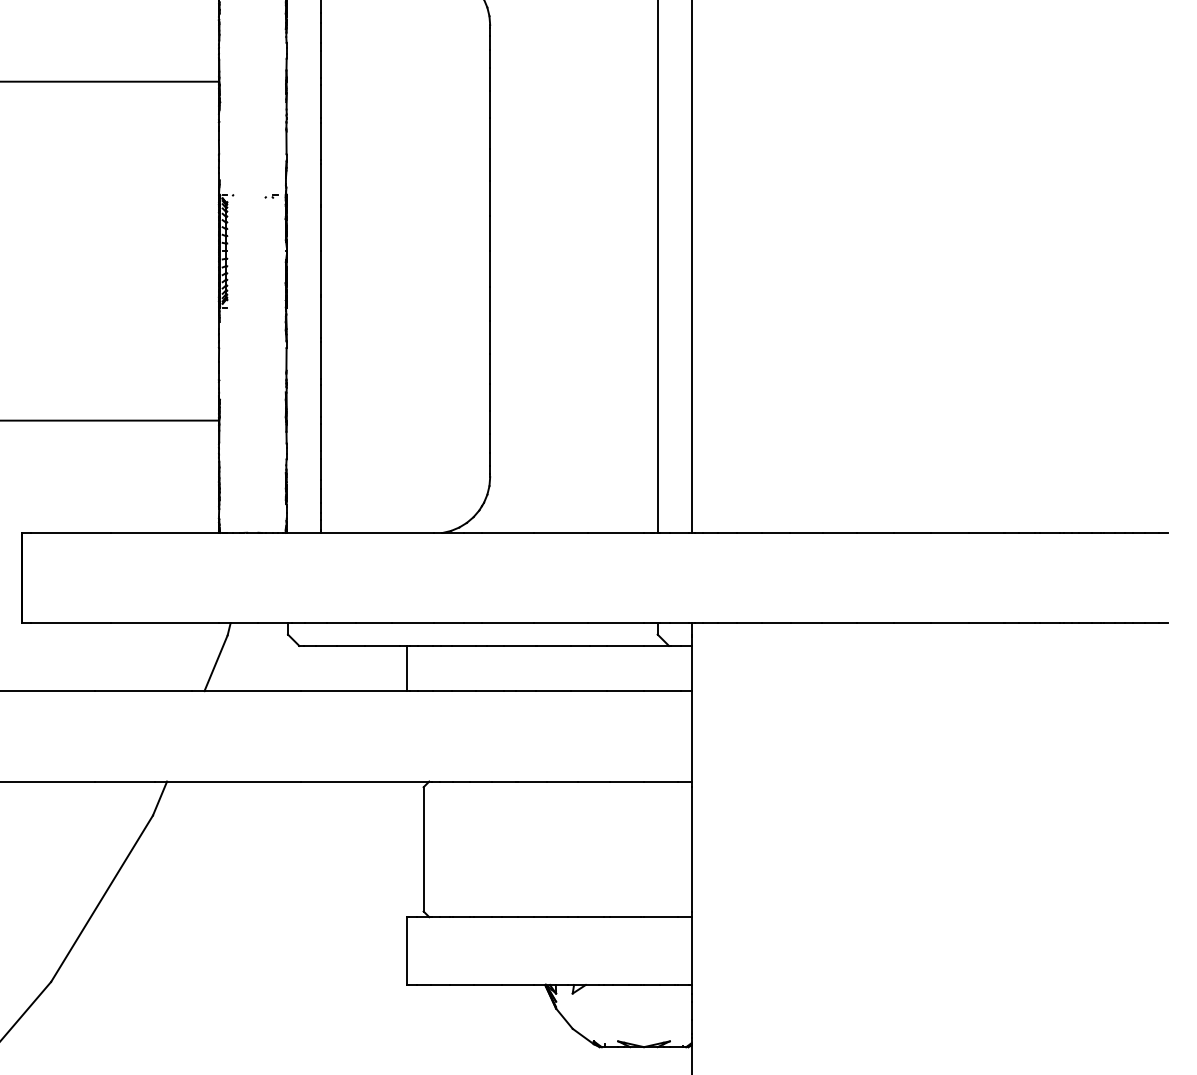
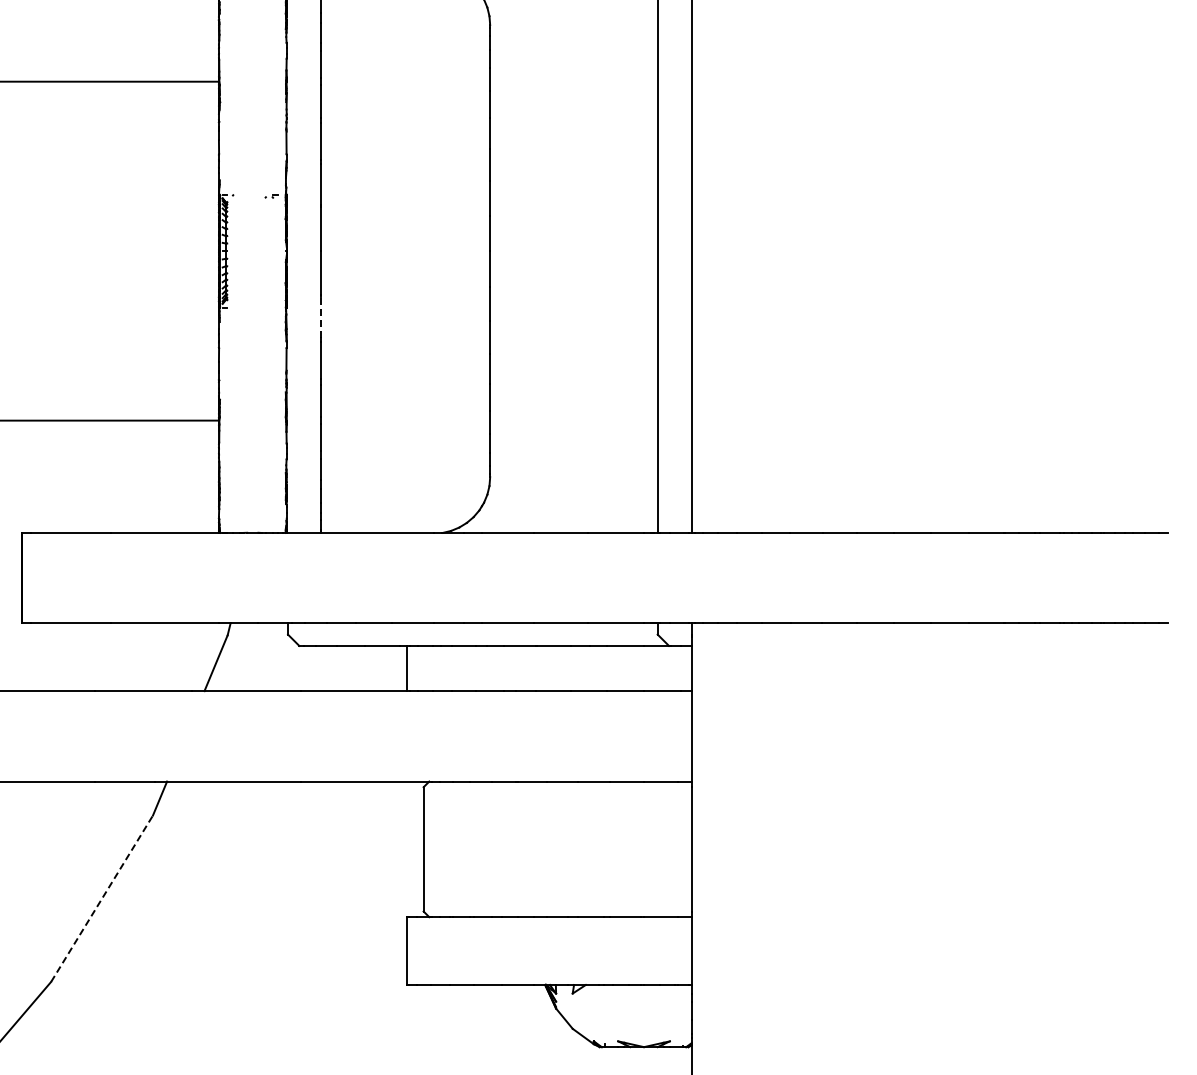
line at (320, 317): solid -> dashed
line at (102, 898): solid -> dashed
